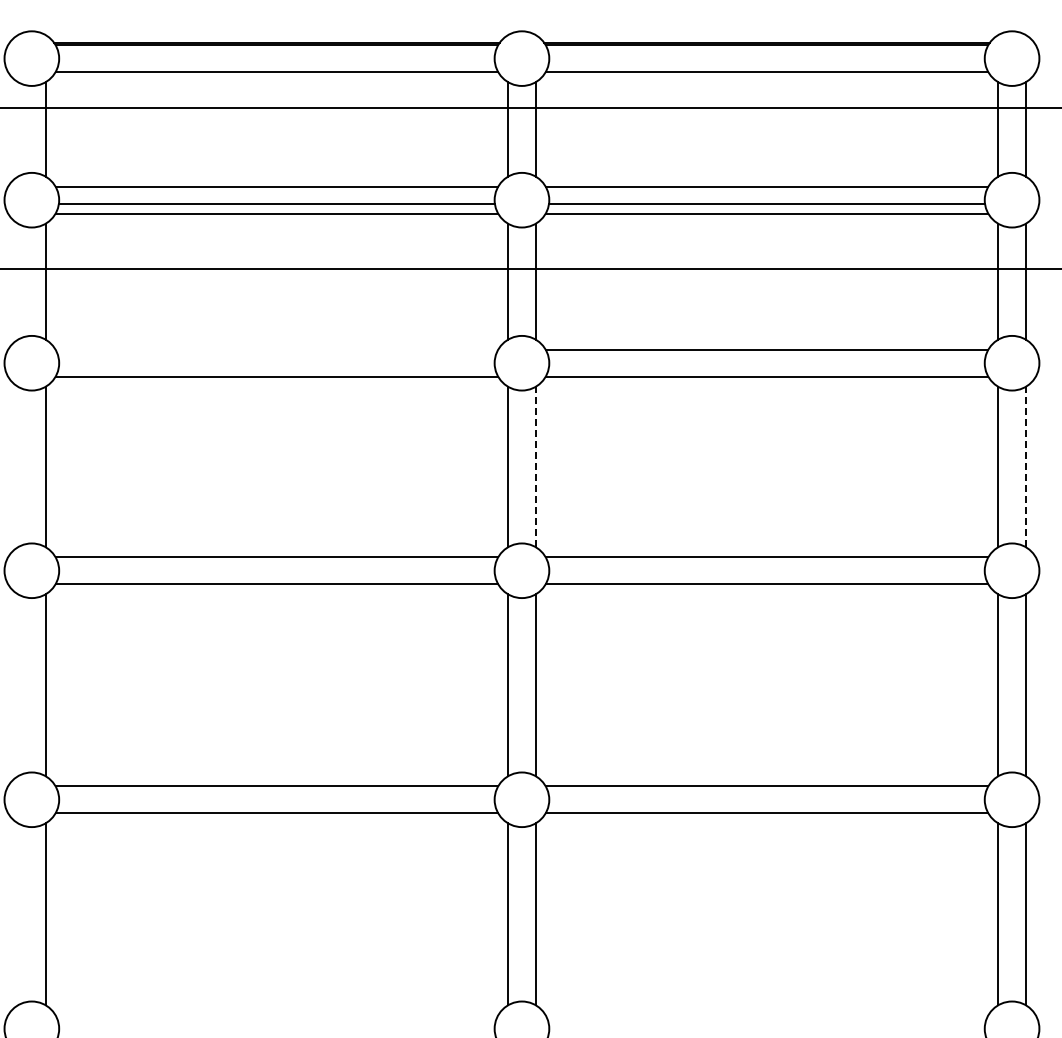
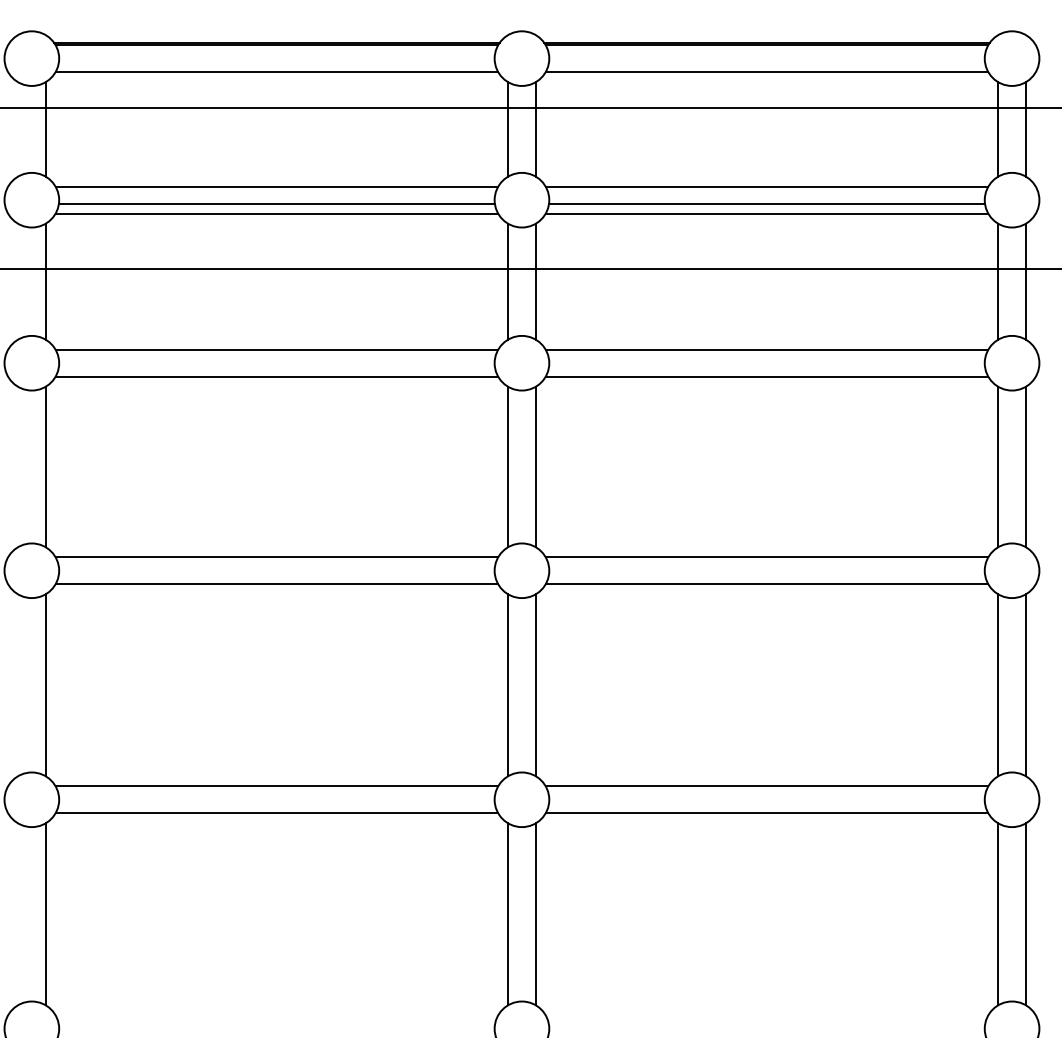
line at (276, 349): none -> present
line at (535, 466): dashed -> solid
line at (1025, 466): dashed -> solid
